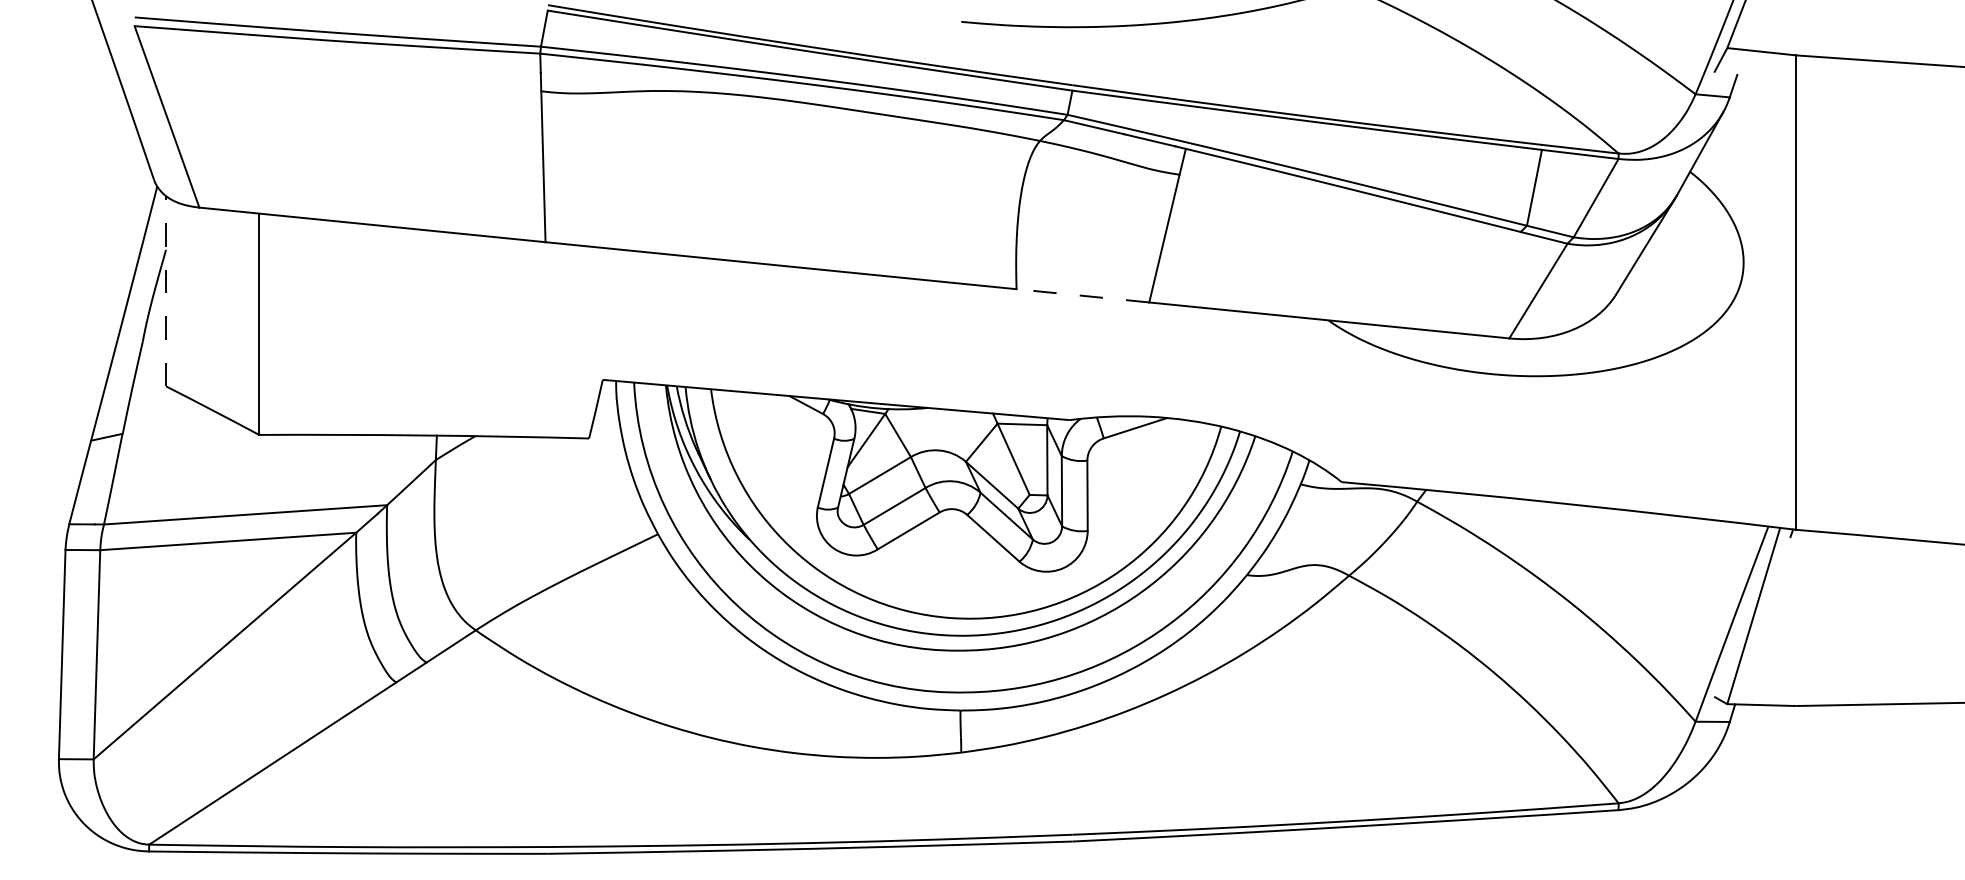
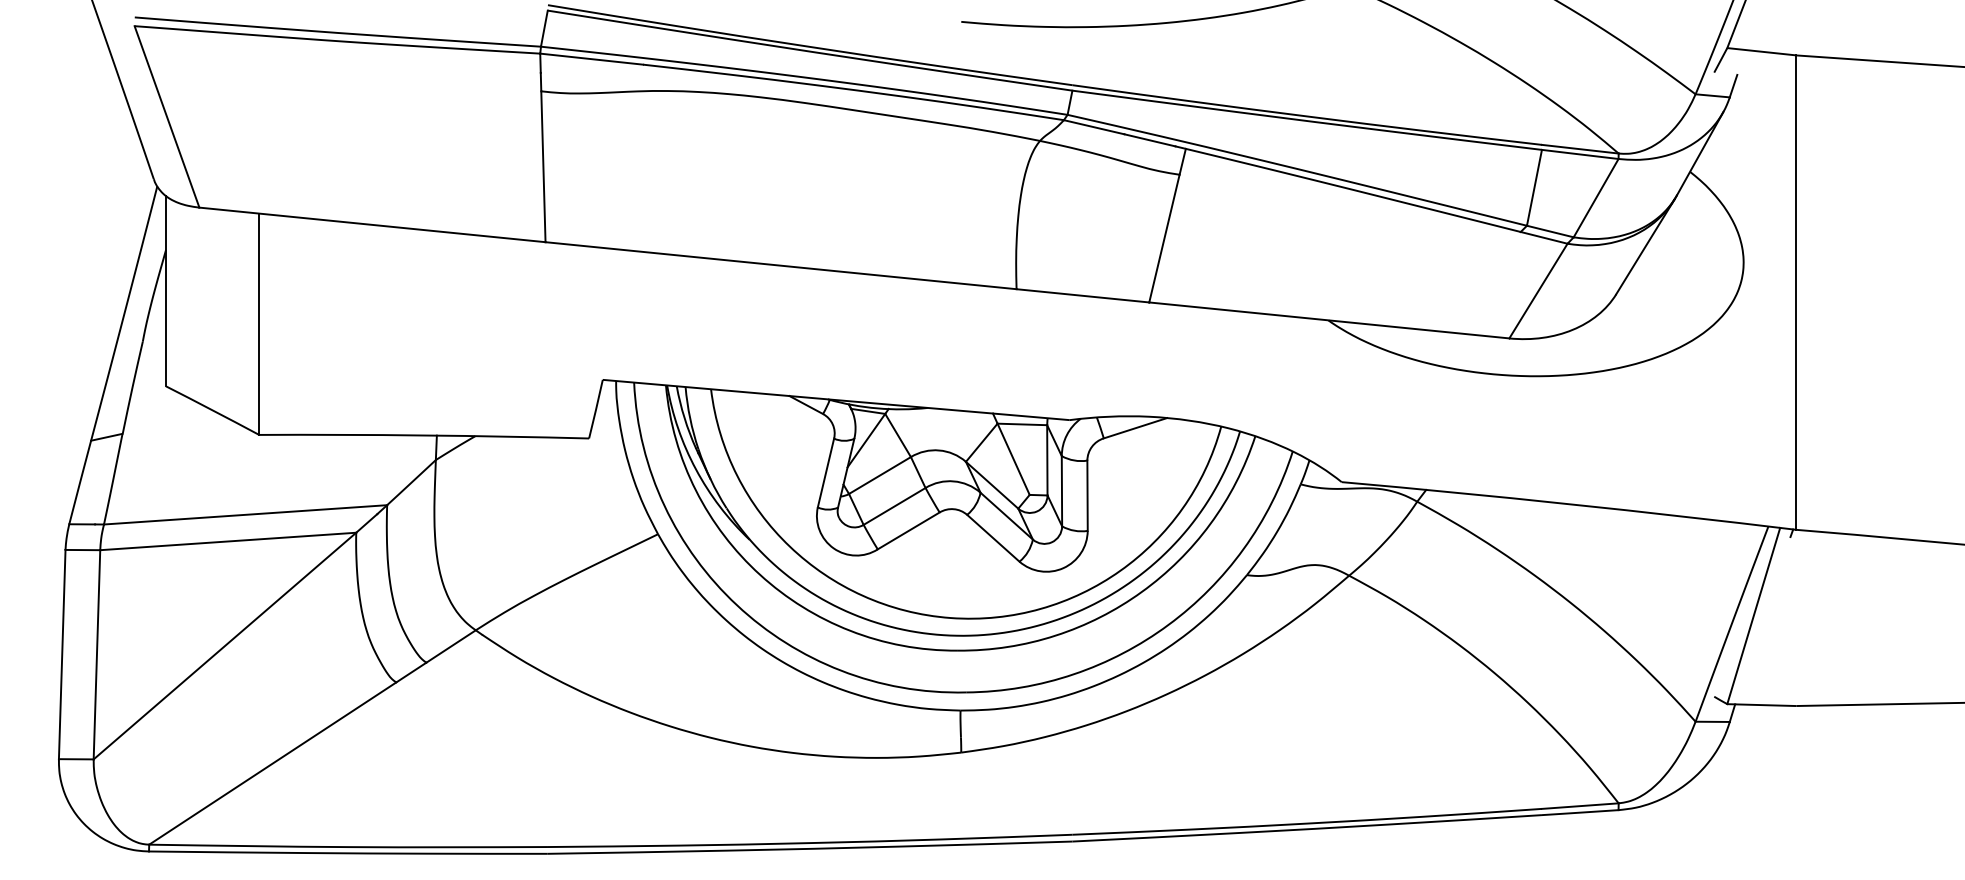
line at (166, 290): dashed -> solid
line at (1082, 295): dashed -> solid
